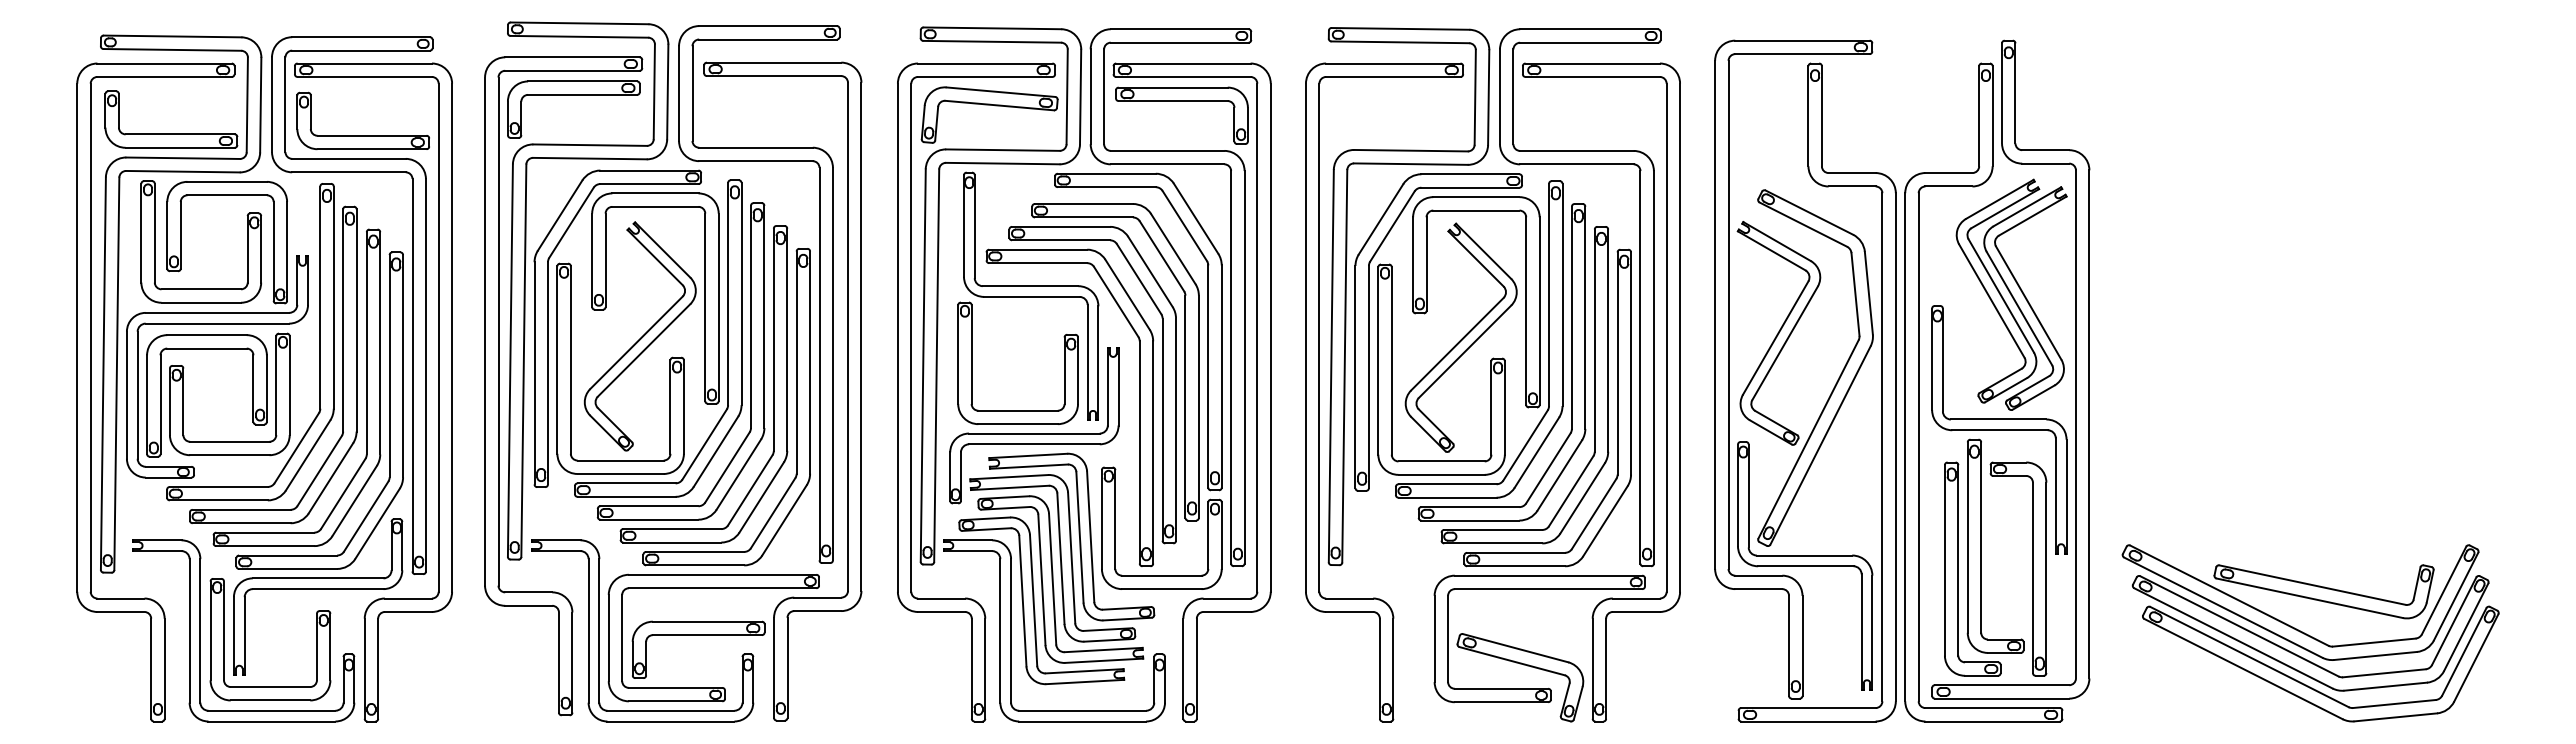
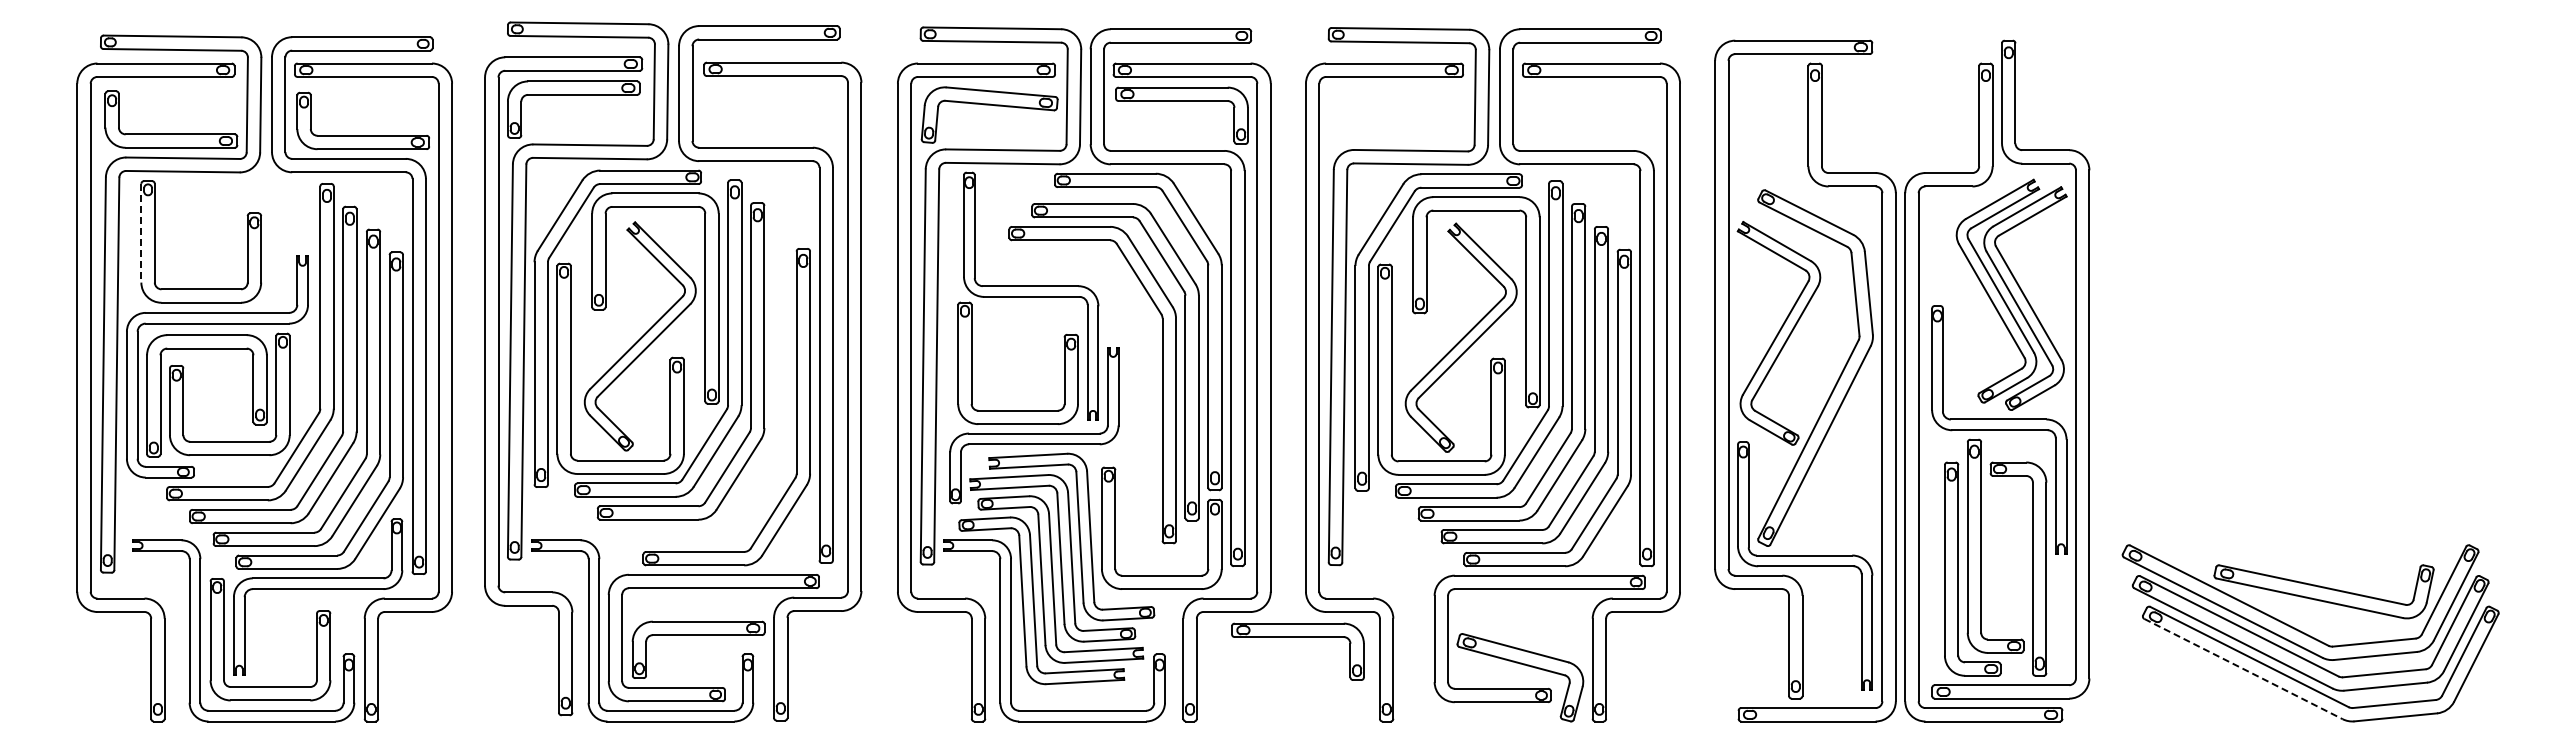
line at (141, 233): solid -> dashed
part at (181, 242): present -> none
part at (773, 384): present -> none
part at (1139, 407): present -> none
part at (1297, 637): none -> present
line at (2243, 669): solid -> dashed
